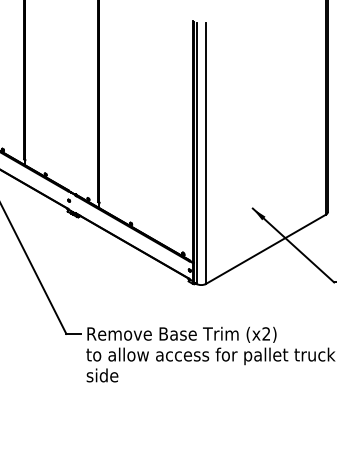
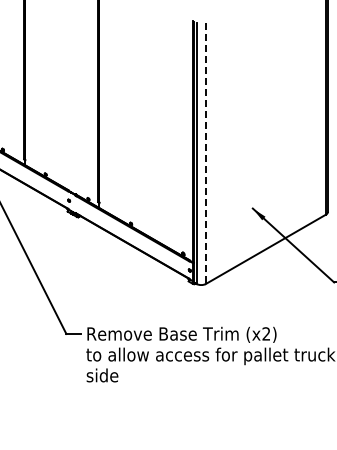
line at (205, 154): solid -> dashed
